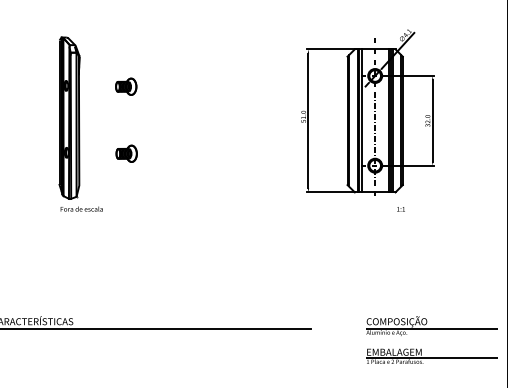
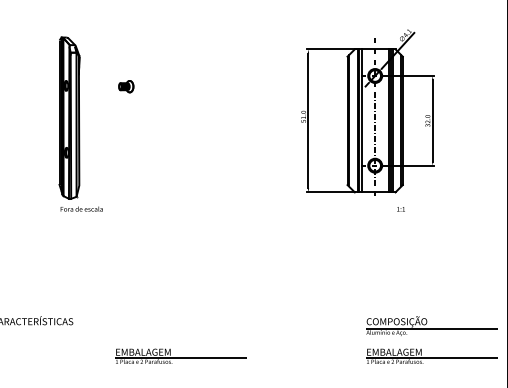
part at (126, 86) size: 23x19 px -> 17x14 px
part at (126, 153): present -> none
line at (156, 328): present -> none
part at (180, 355): none -> present
